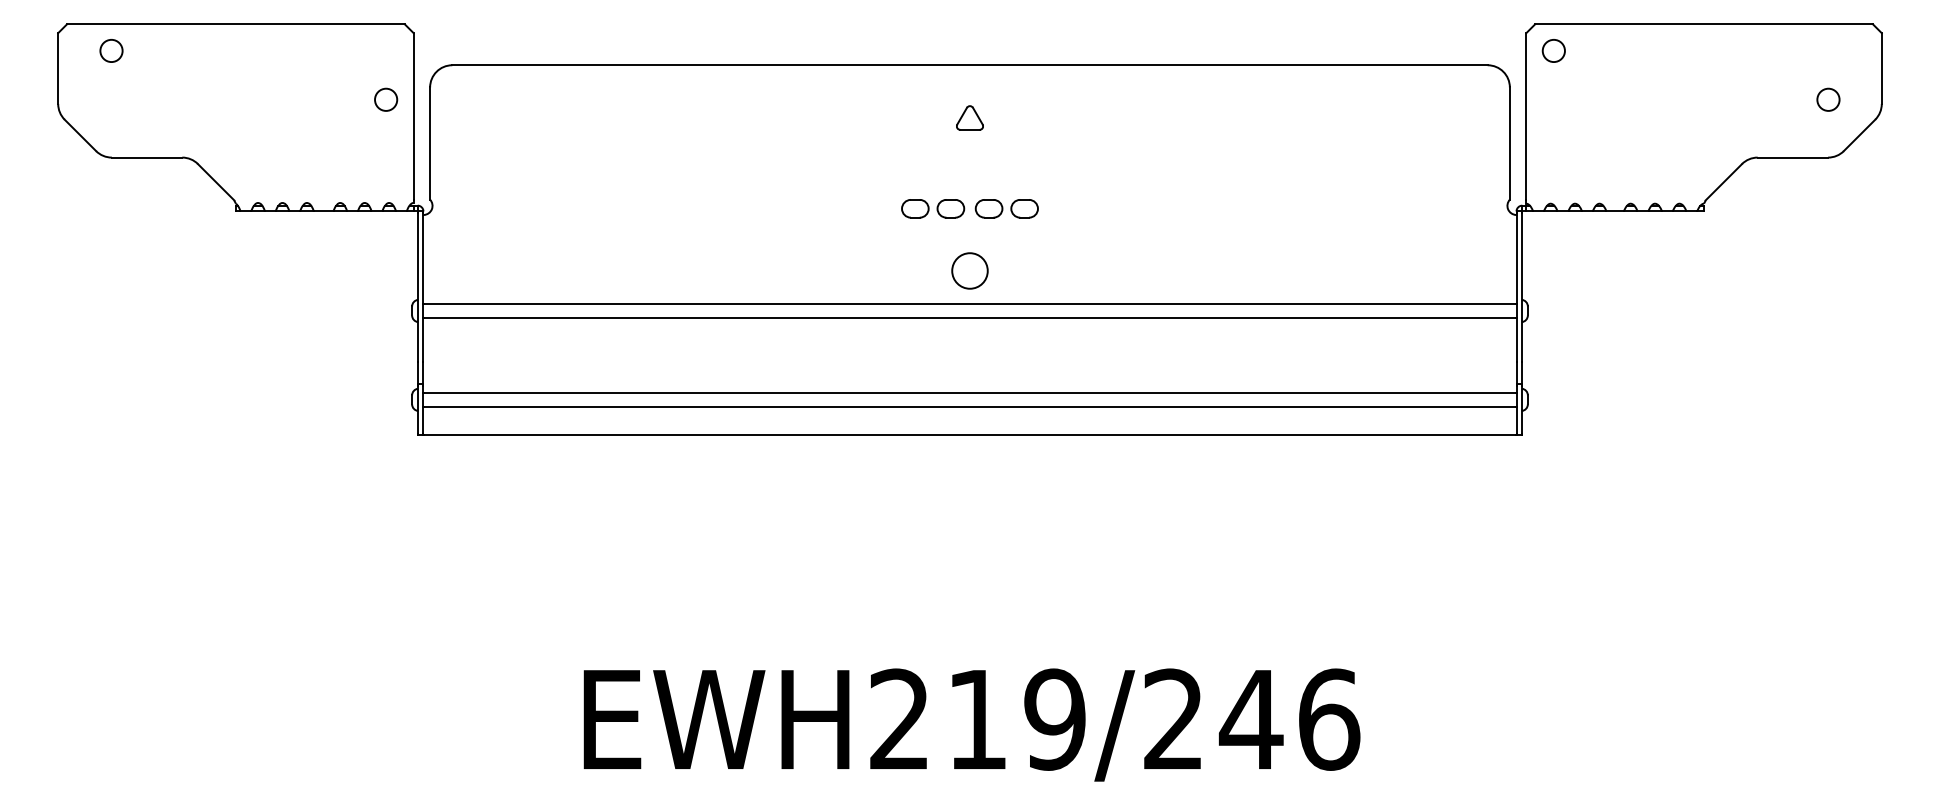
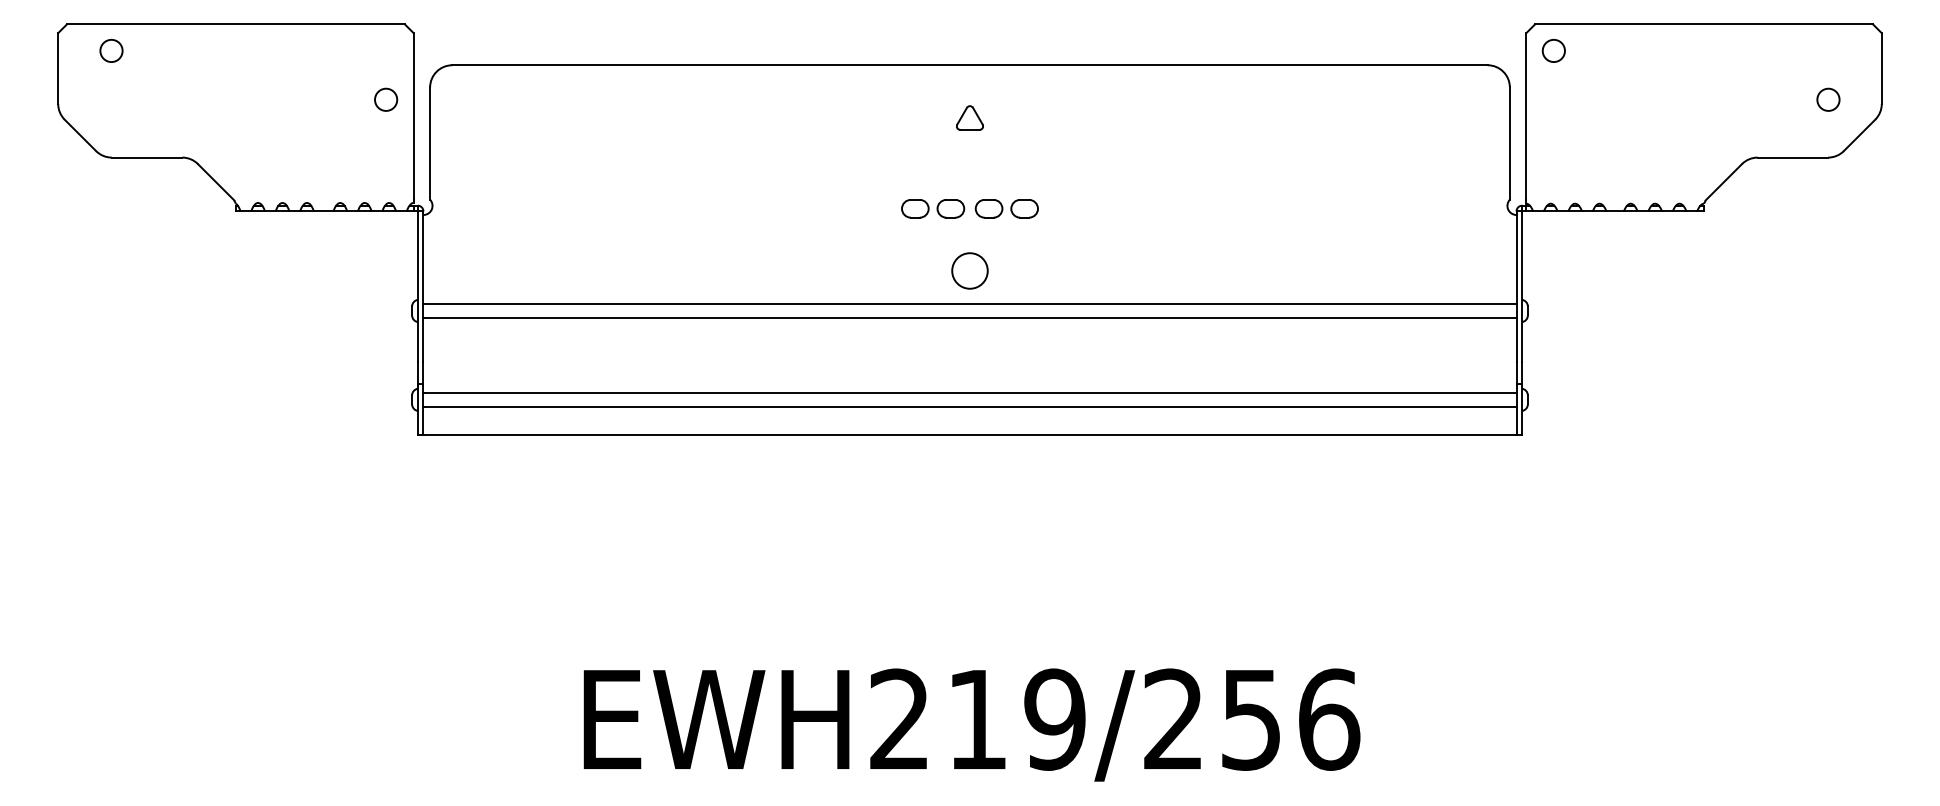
text at (1250, 720): EWH219/246 -> EWH219/256
